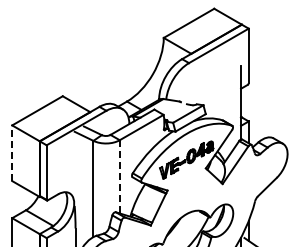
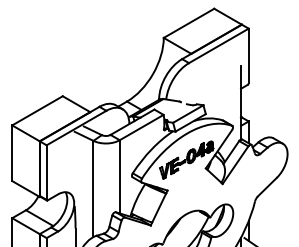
line at (12, 153): dashed -> solid
line at (119, 176): dashed -> solid
